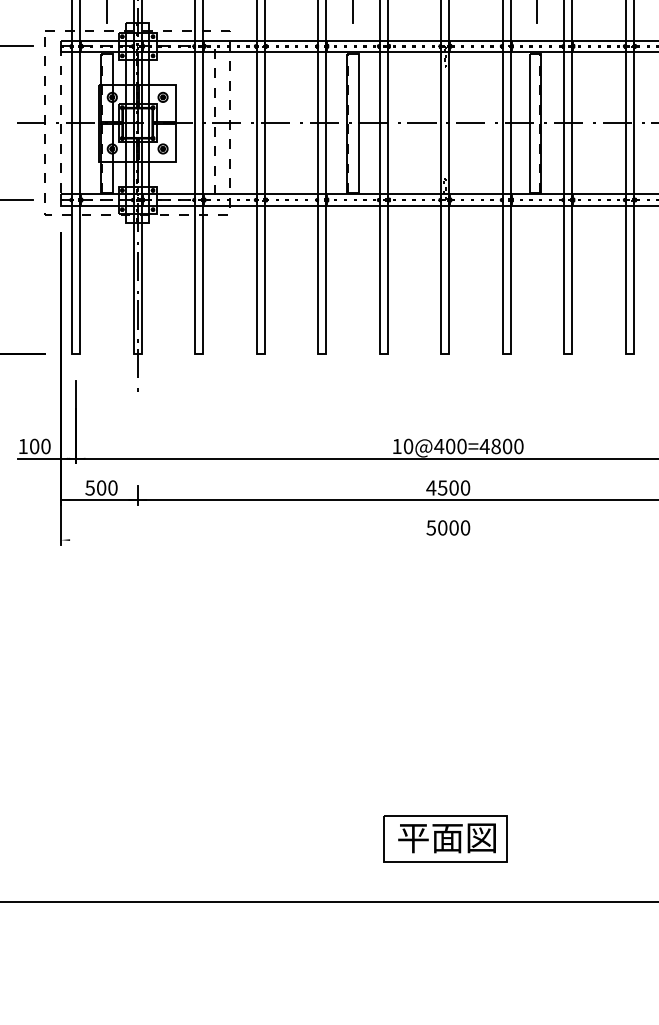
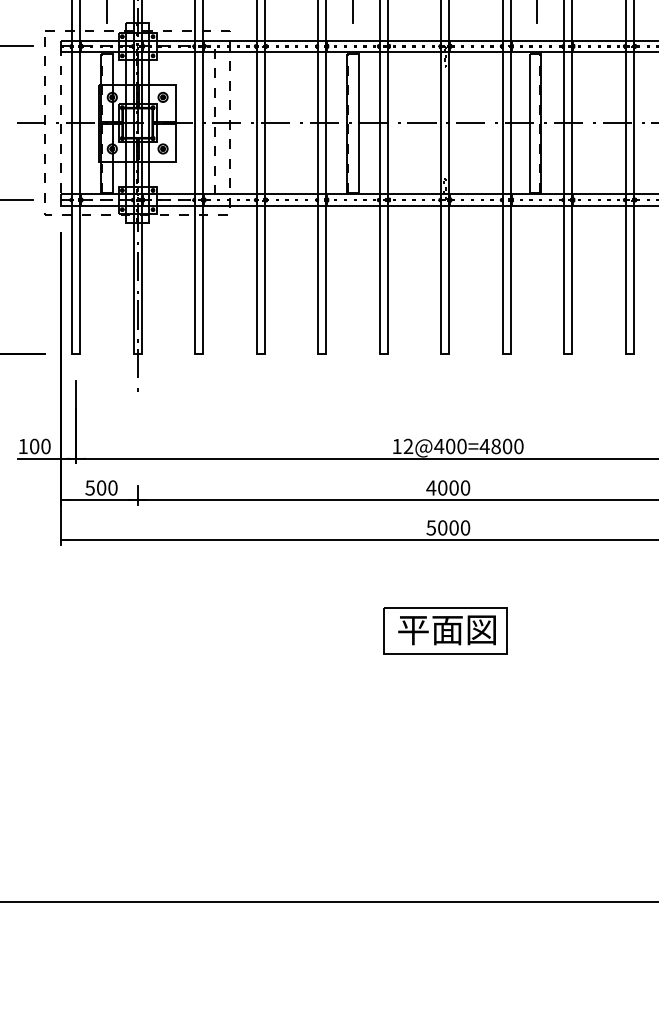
text at (408, 446): 10@400=4800 -> 12@400=4800
text at (442, 487): 4500 -> 4000
line at (357, 540): none -> present
part at (445, 838) position: (445, 838) -> (445, 630)
